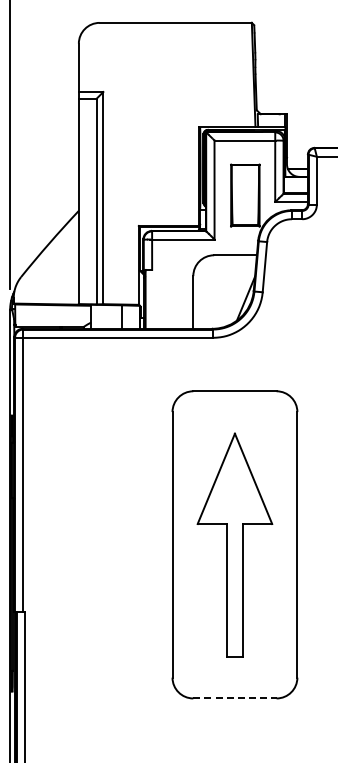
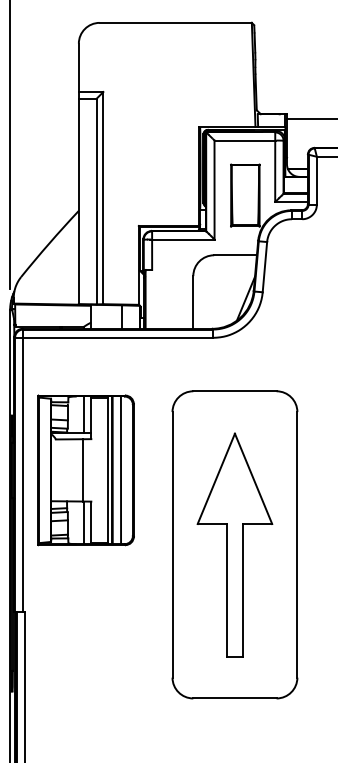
line at (310, 118): none -> present
part at (85, 470): none -> present
line at (234, 698): dashed -> solid
